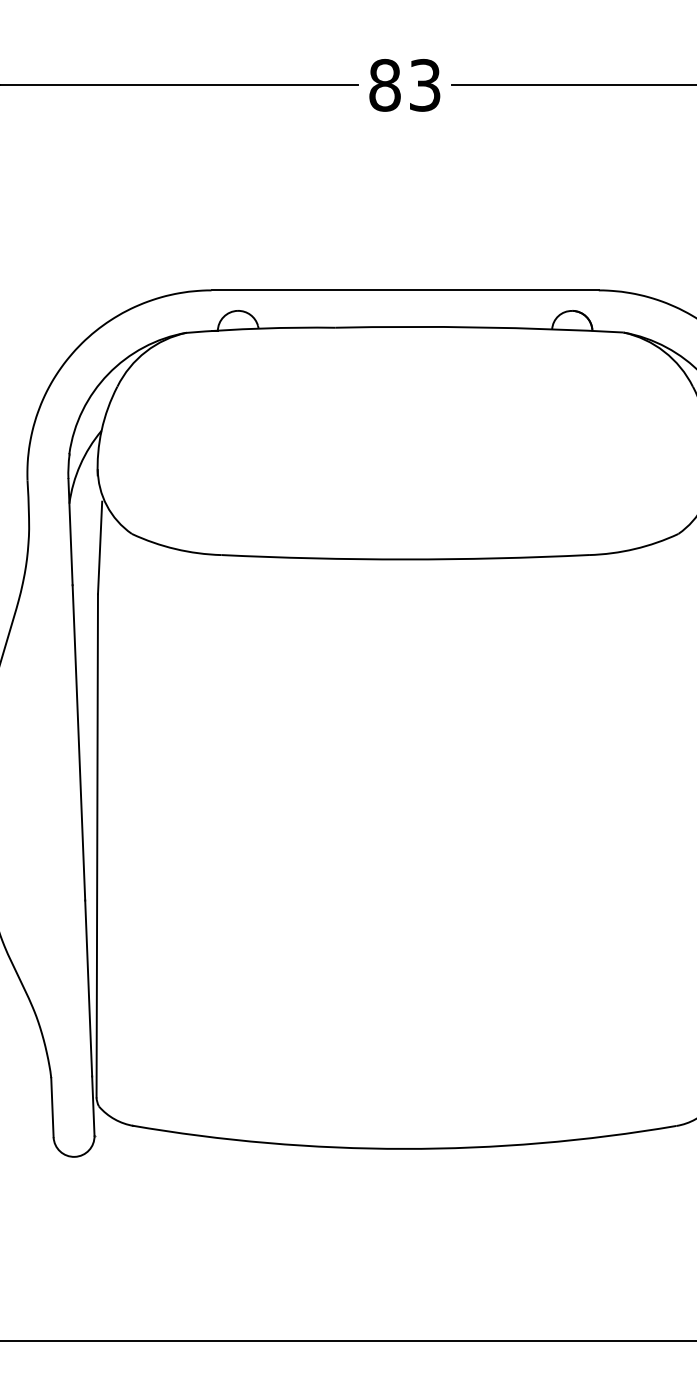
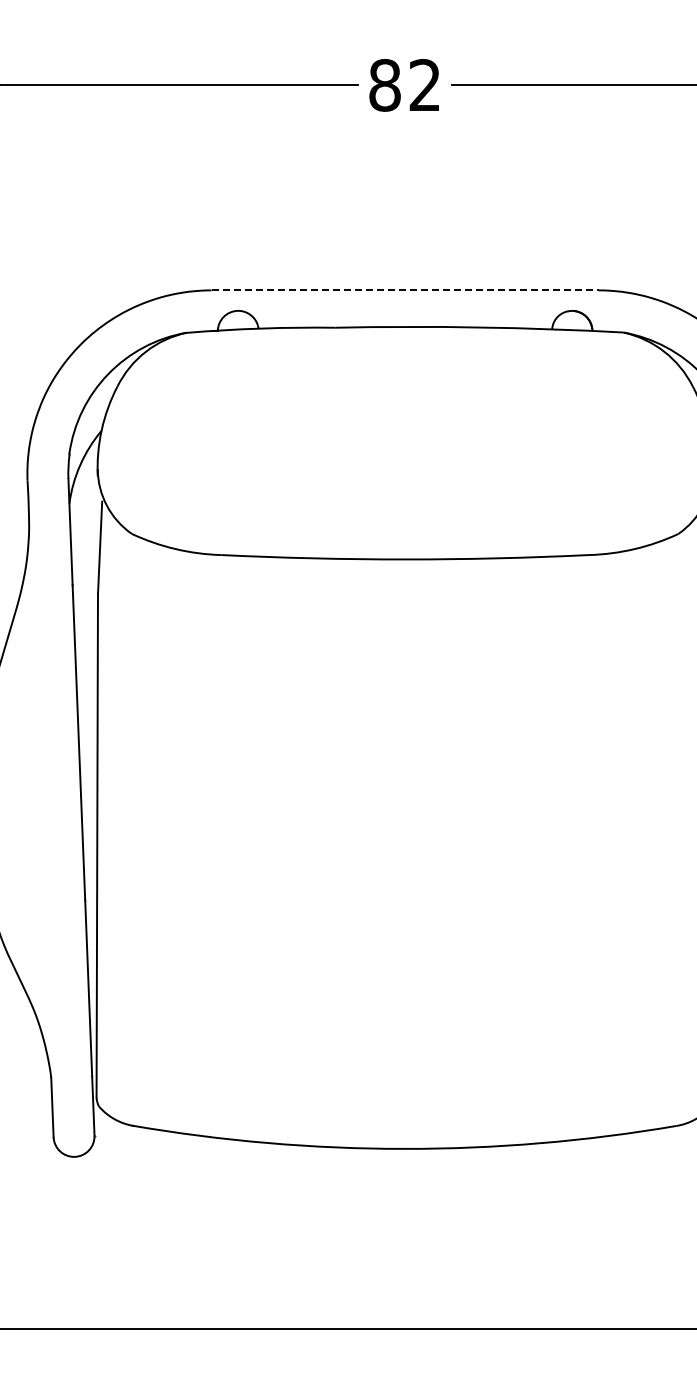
text at (424, 85): 83 -> 82
line at (405, 290): solid -> dashed
line at (347, 1341) position: (347, 1341) -> (347, 1329)
